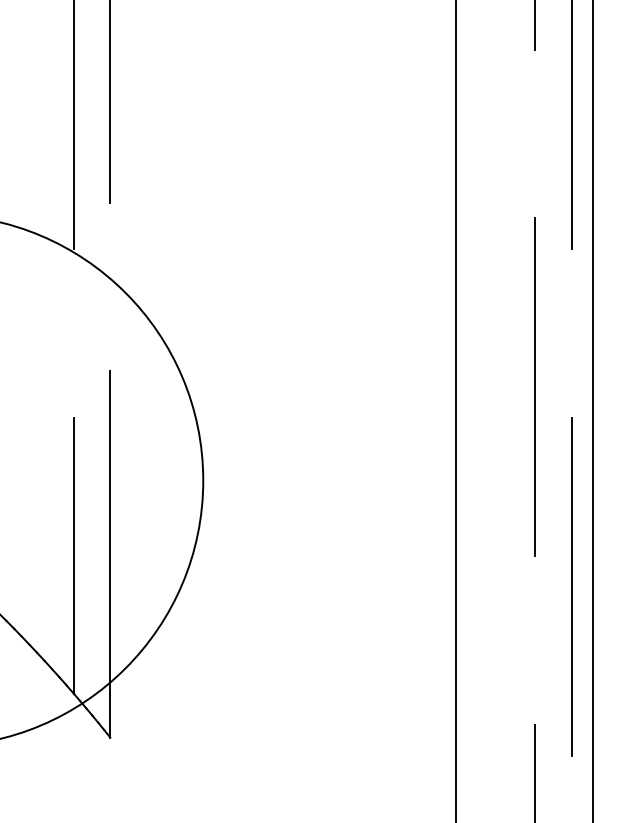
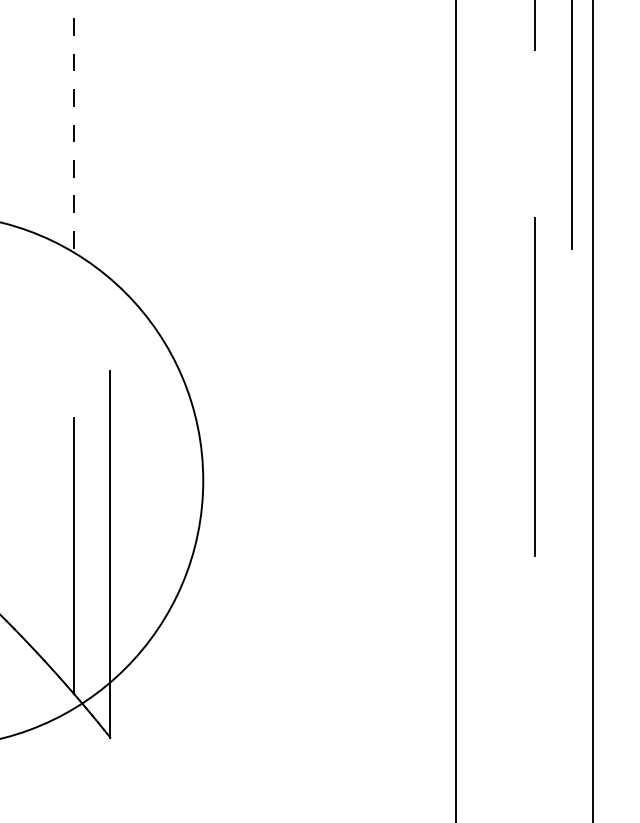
line at (110, 102): present -> none
line at (74, 125): solid -> dashed
line at (571, 586): present -> none
line at (535, 771): present -> none
